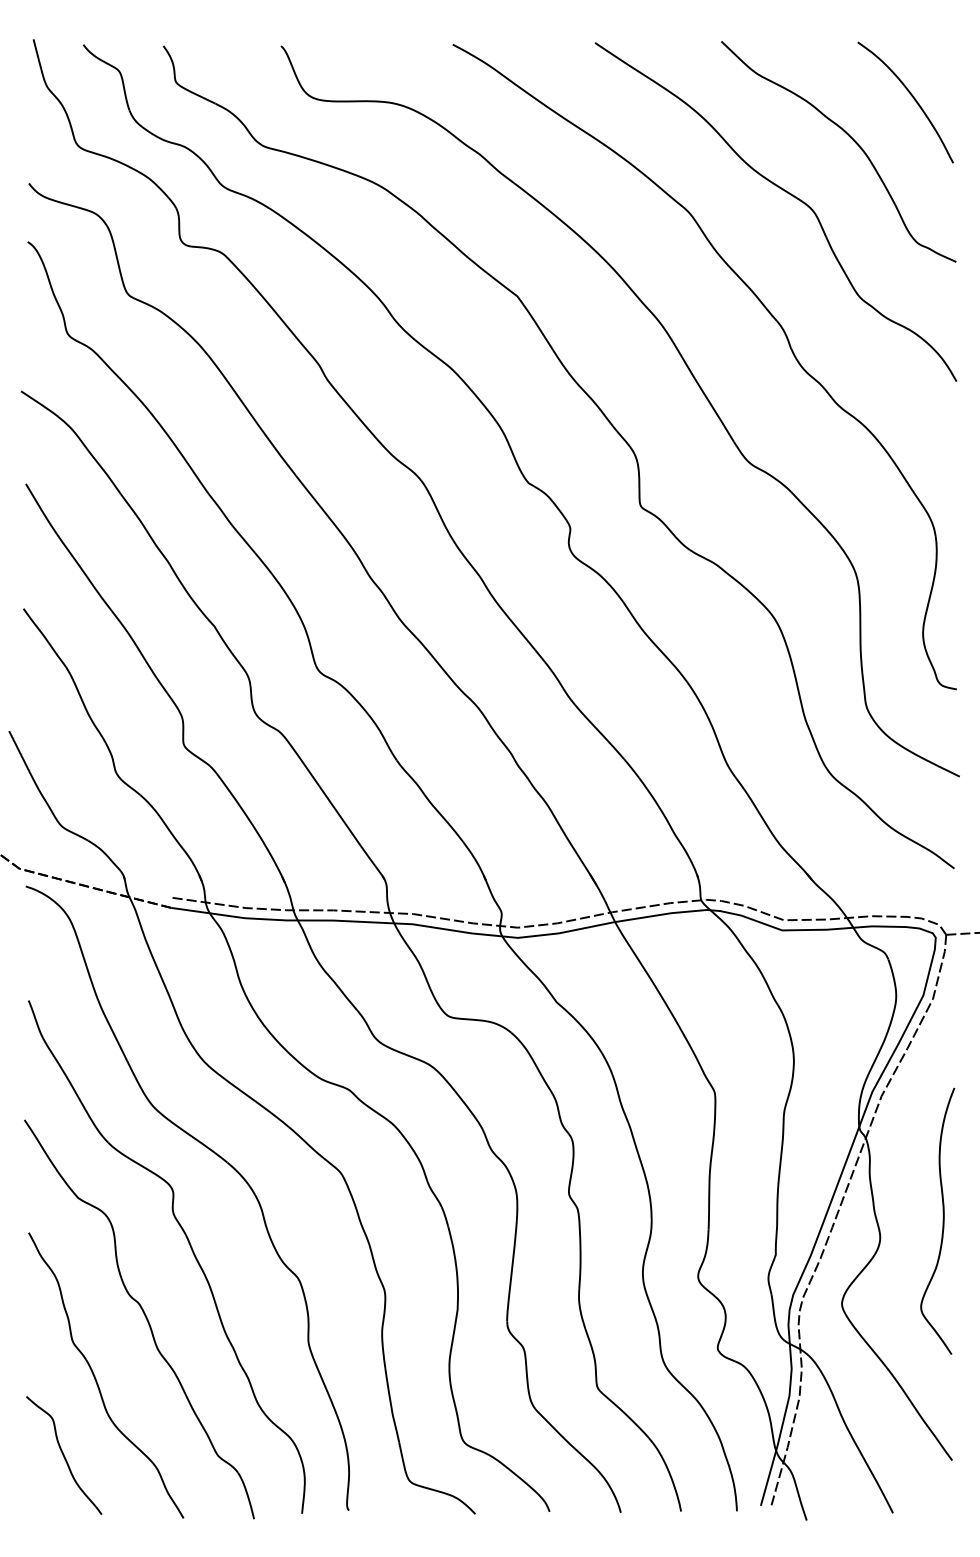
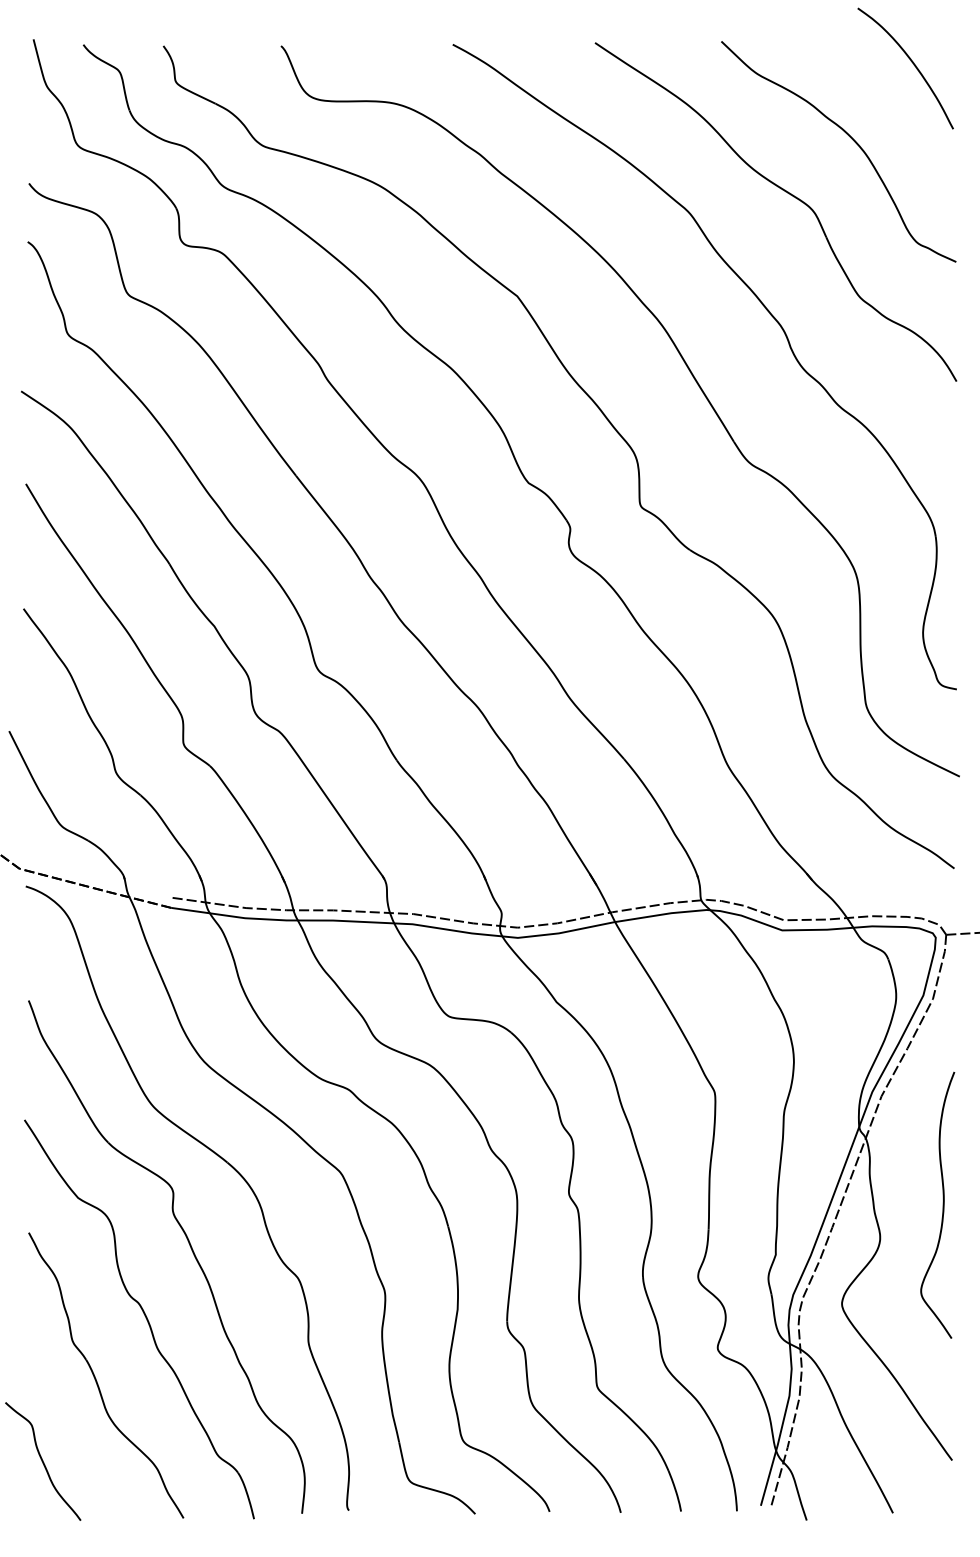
curve at (911, 96) position: (911, 96) -> (911, 62)
curve at (942, 1220) position: (942, 1220) -> (942, 1204)
curve at (64, 1455) position: (64, 1455) -> (43, 1461)
